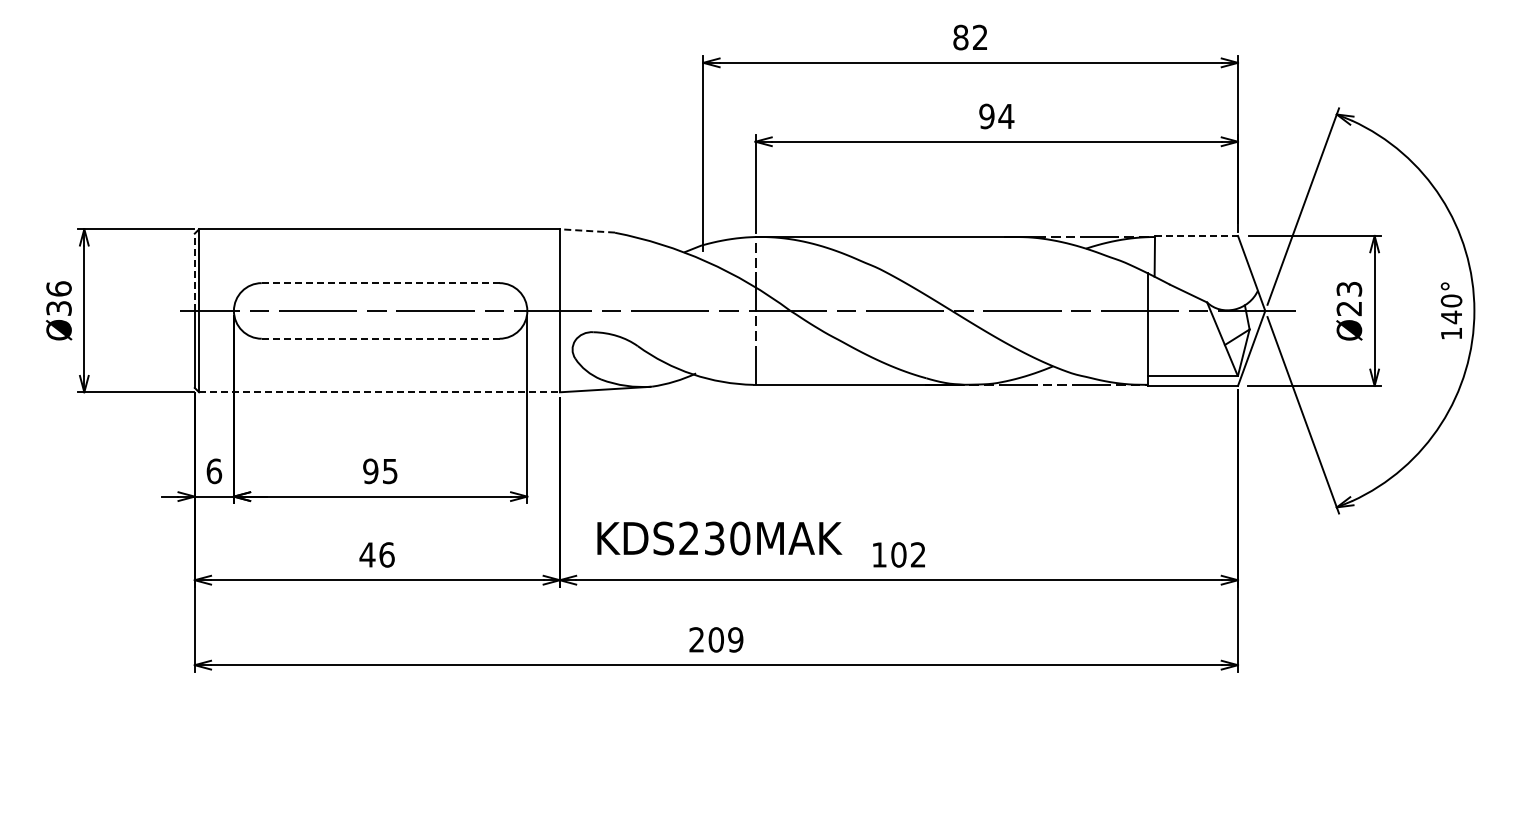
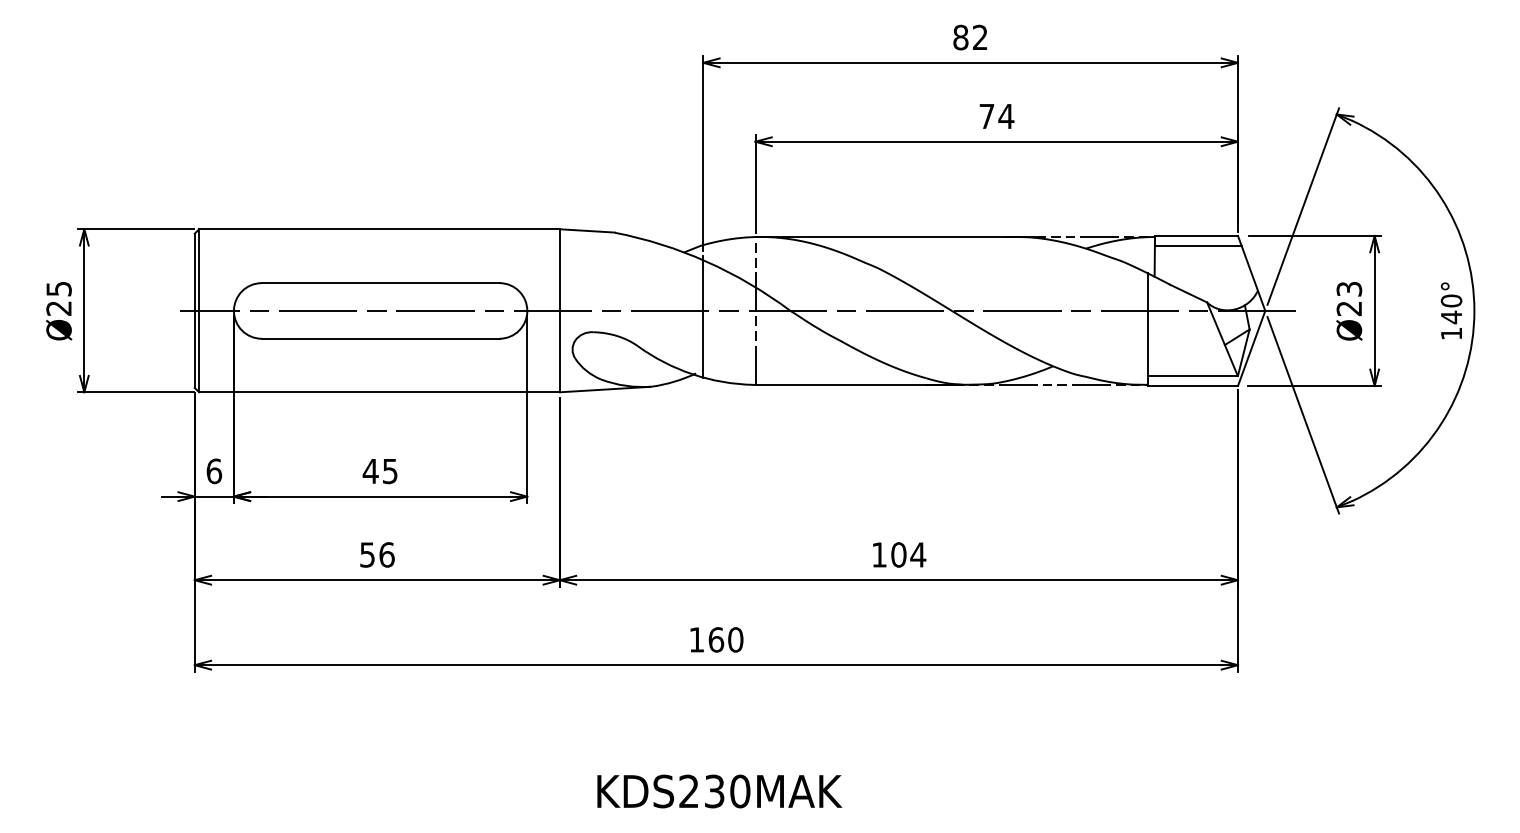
text at (986, 116): 94 -> 74
line at (587, 230): dashed -> solid
line at (1197, 235): dashed -> solid
line at (1197, 245): none -> present
line at (194, 272): dashed -> solid
line at (380, 283): dashed -> solid
text at (58, 298): Ø36 -> Ø25
line at (703, 316): none -> present
line at (380, 338): dashed -> solid
line at (380, 392): dashed -> solid
text at (370, 471): 95 -> 45
text at (719, 538) position: (719, 538) -> (719, 791)
text at (367, 554): 46 -> 56
text at (918, 554): 102 -> 104
text at (716, 639): 209 -> 160
